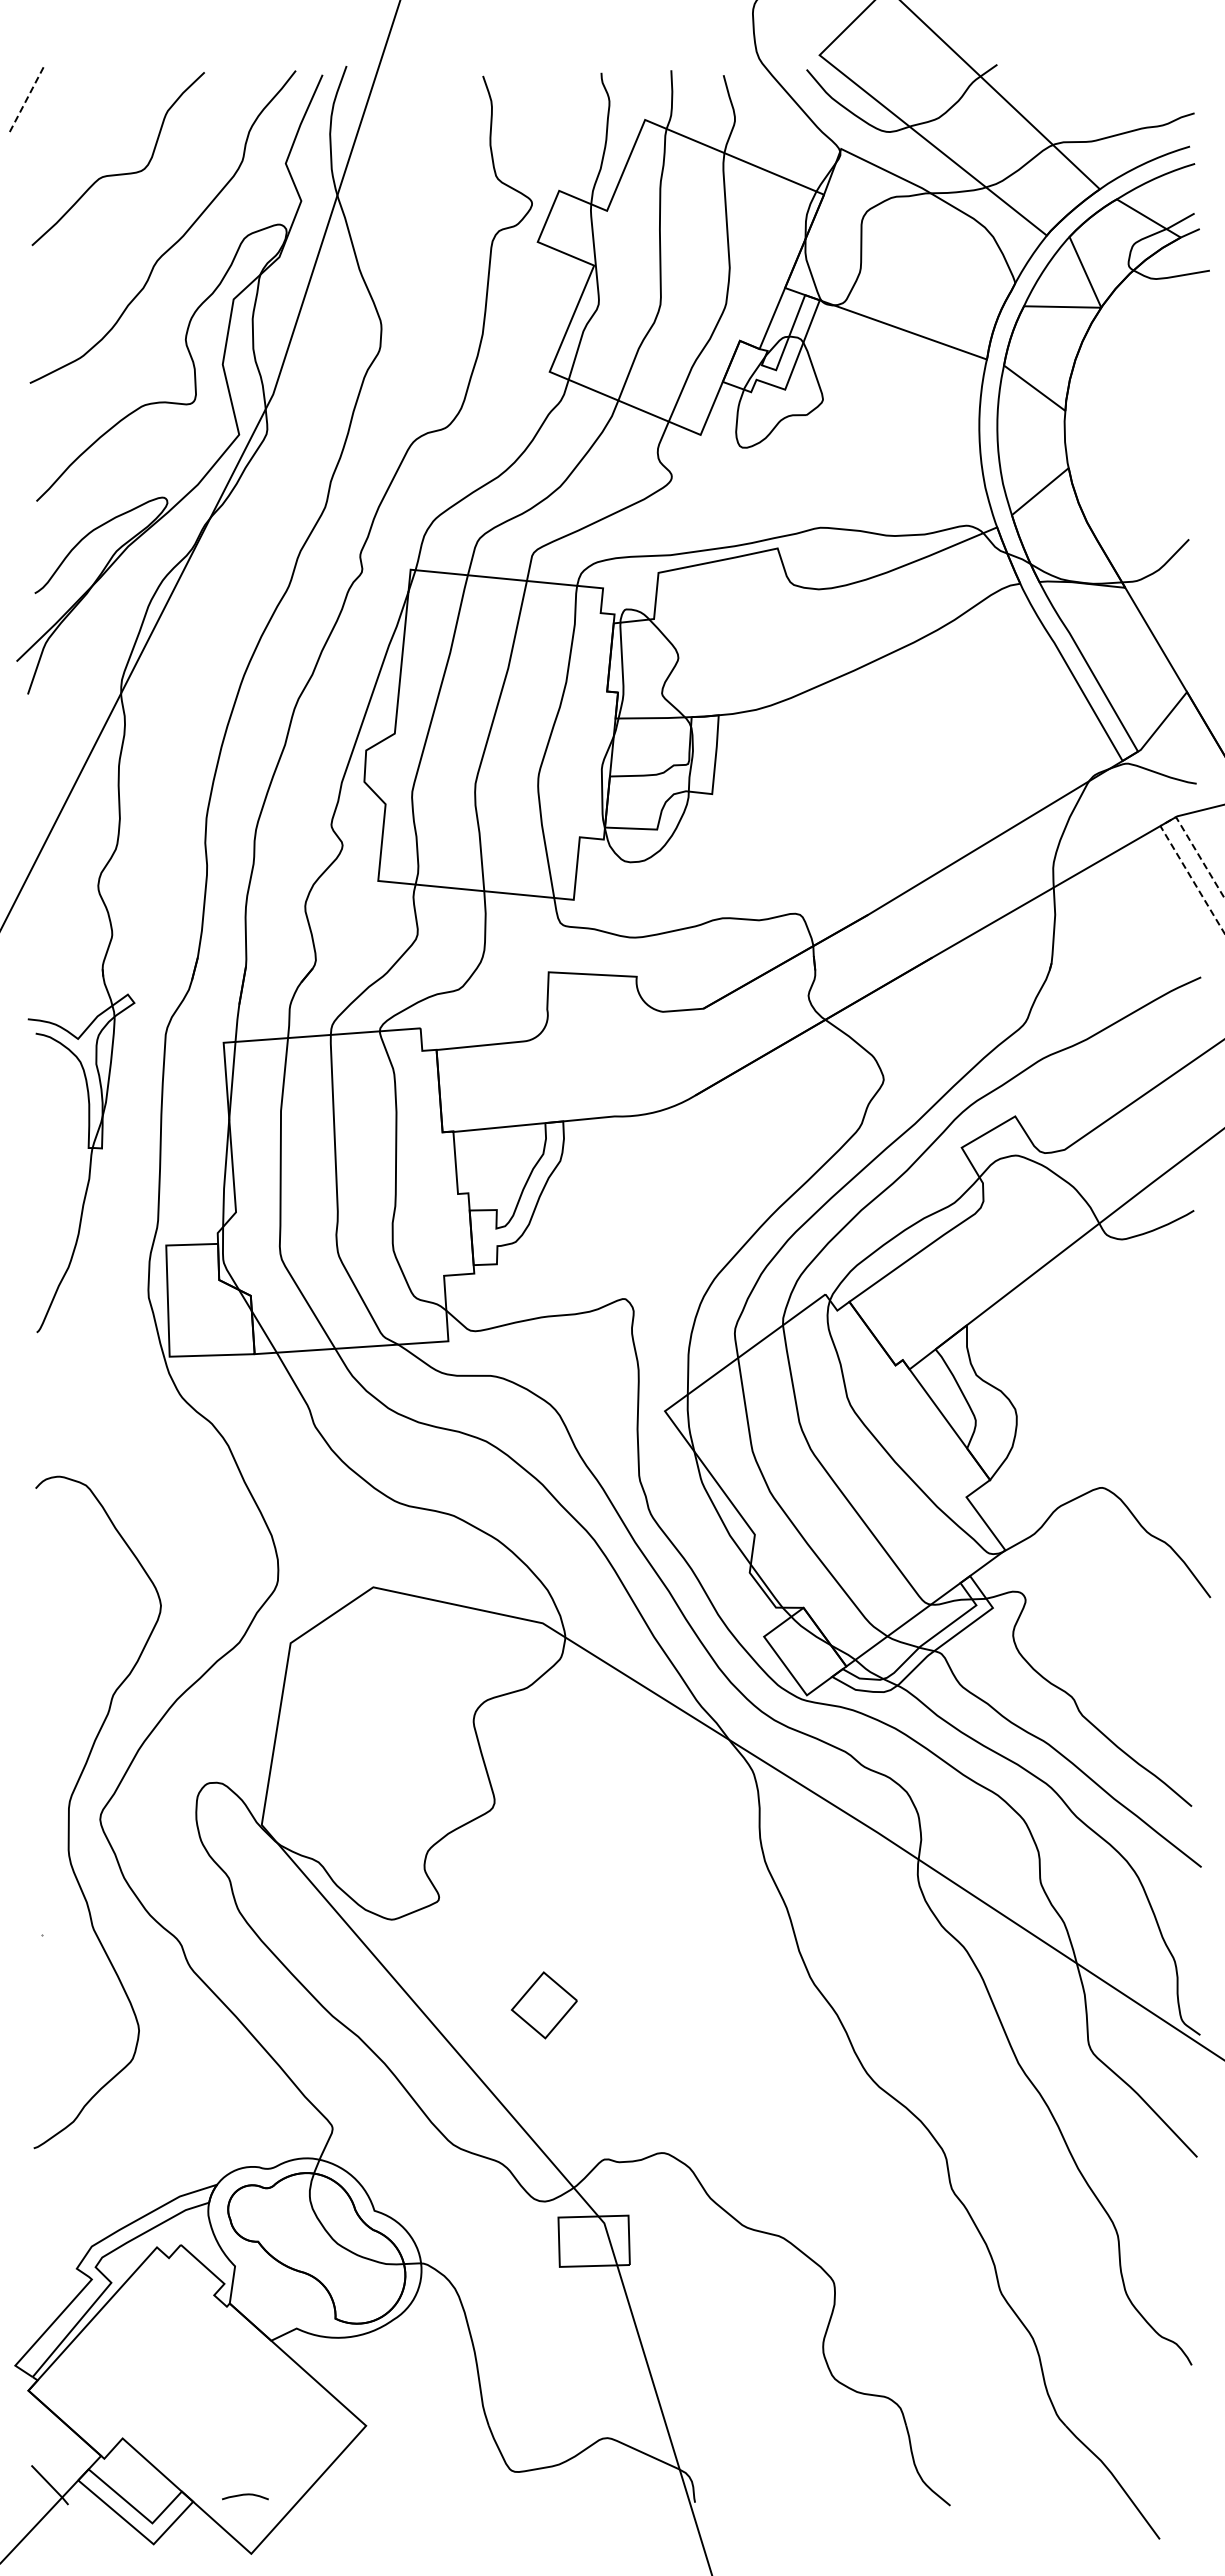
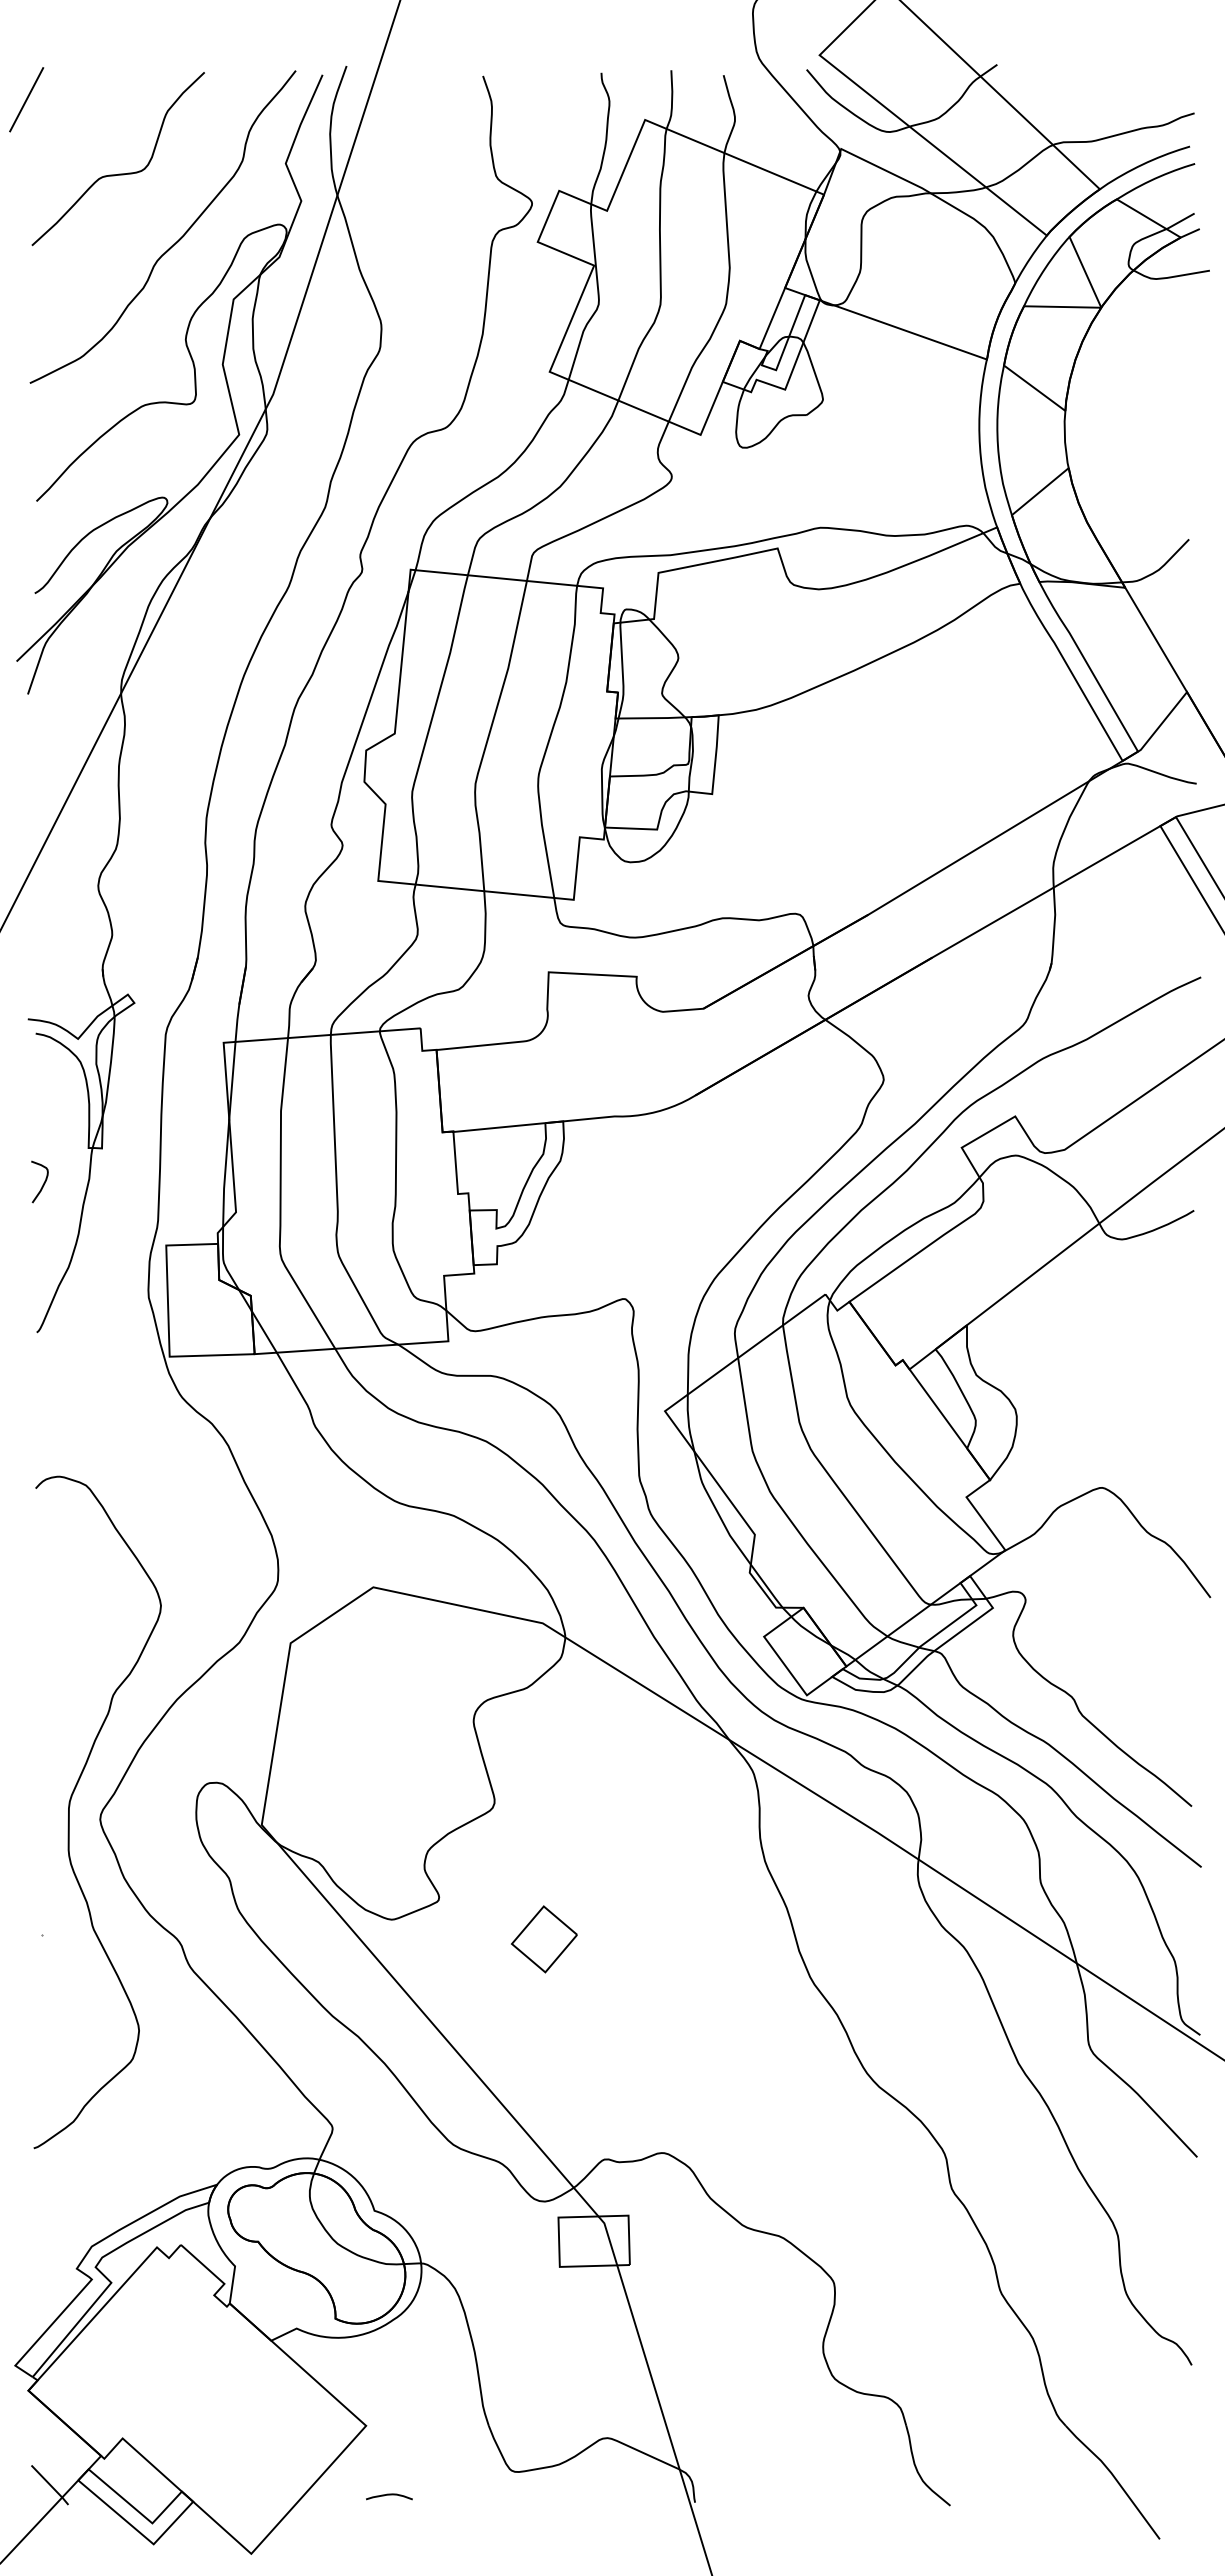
line at (26, 99): dashed -> solid
line at (1162, 830): dashed -> solid
curve at (43, 1182): none -> present
part at (544, 2005) position: (544, 2005) -> (544, 1939)
curve at (245, 2495) position: (245, 2495) -> (389, 2495)
